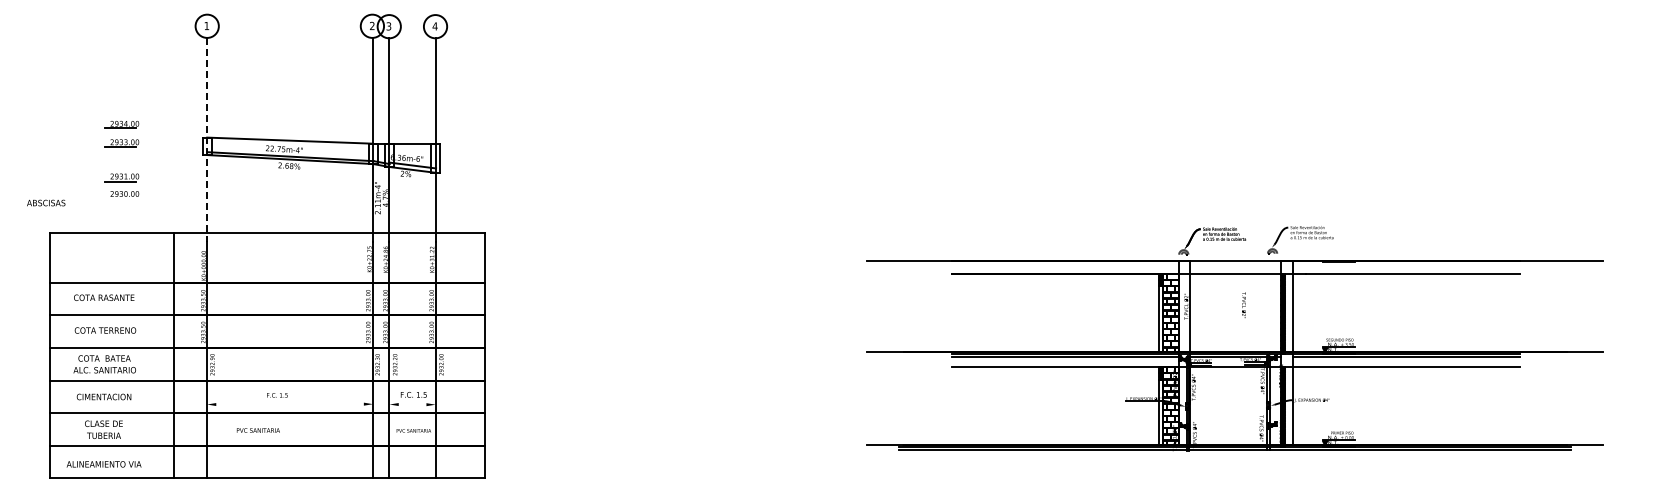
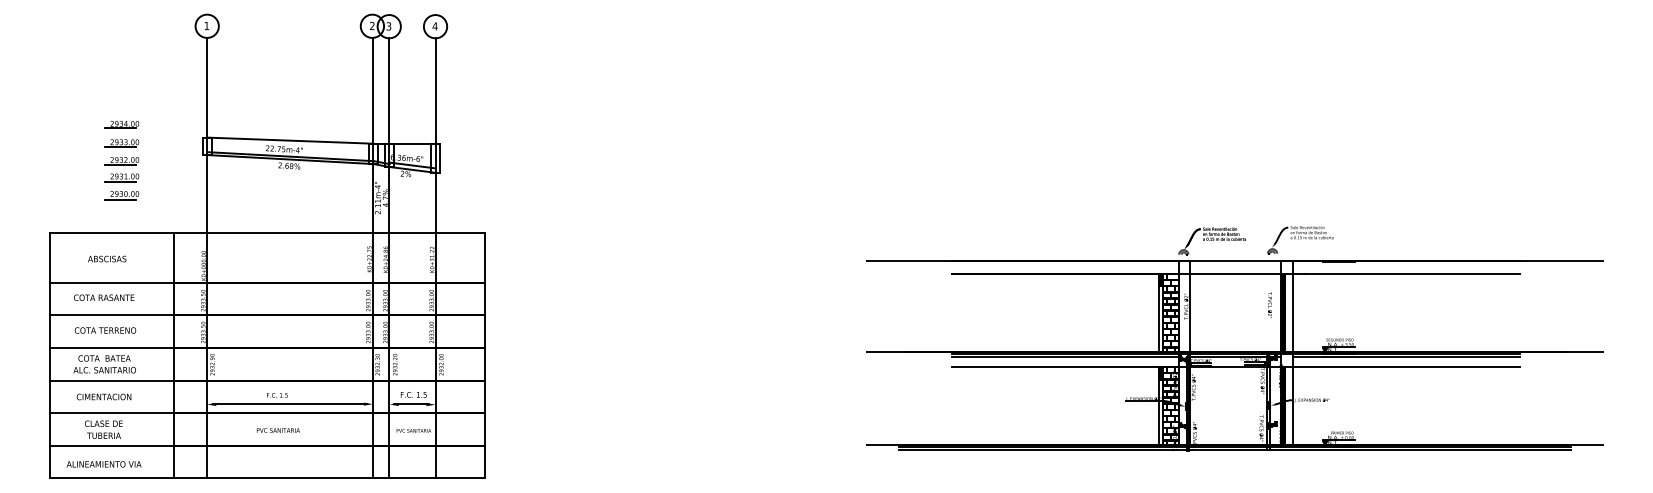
line at (207, 139): dashed -> solid
part at (121, 161): none -> present
line at (120, 199): none -> present
text at (46, 202) position: (46, 202) -> (107, 258)
text at (1243, 304) position: (1243, 304) -> (1269, 304)
line at (289, 404): none -> present
line at (411, 404): none -> present
text at (257, 430) position: (257, 430) -> (277, 430)
